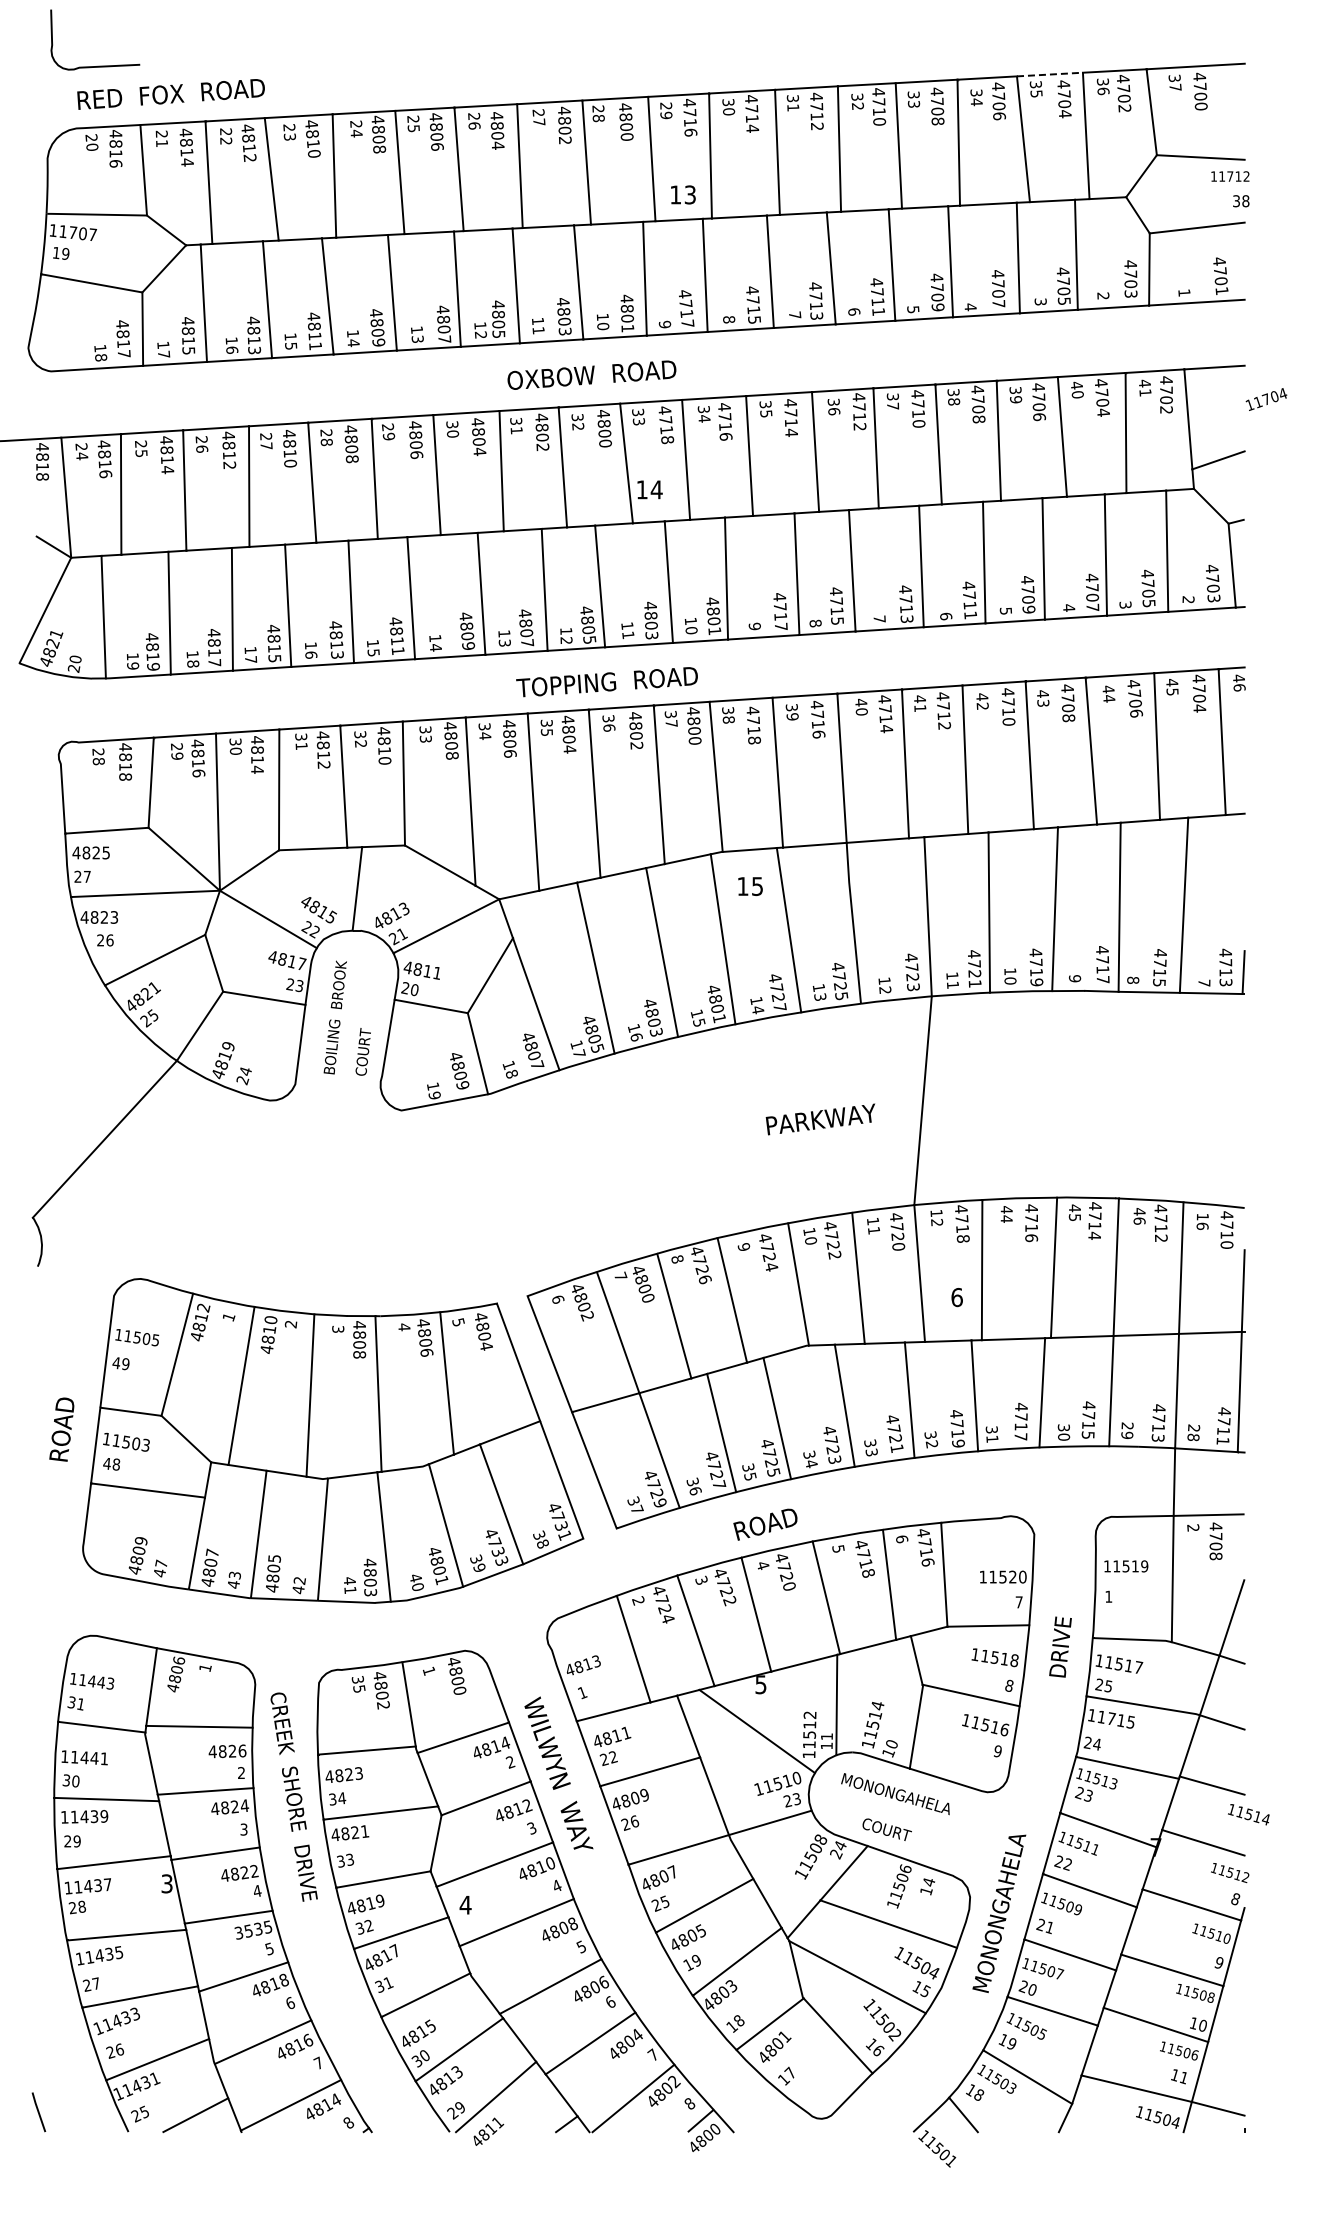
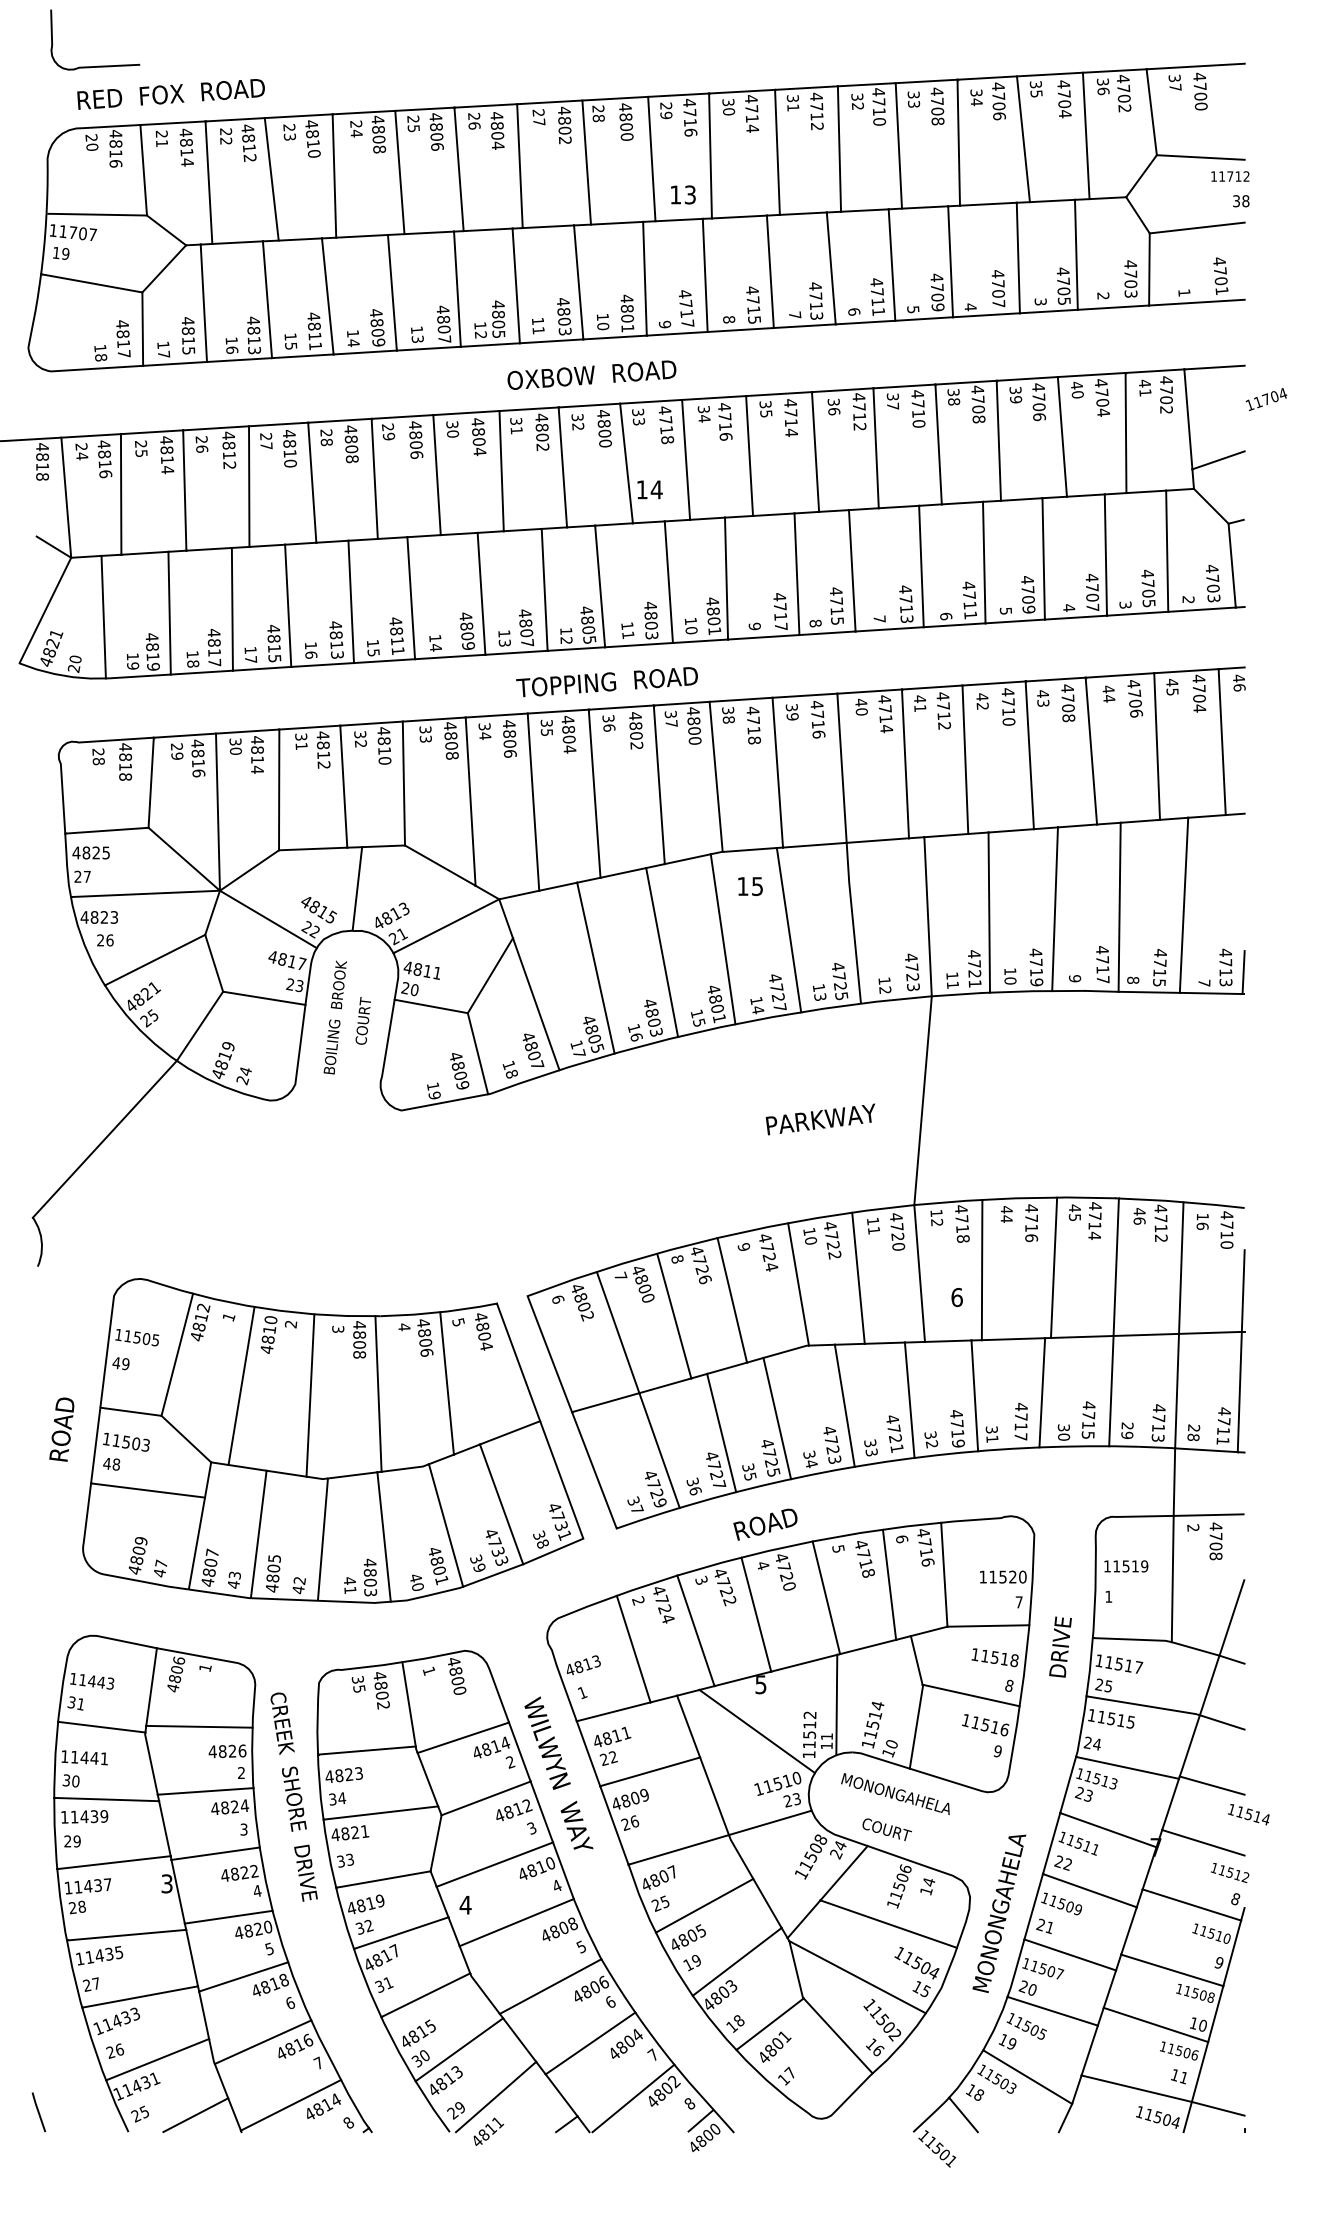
line at (1050, 74): dashed -> solid
text at (362, 1051) position: (362, 1051) -> (362, 1020)
text at (1111, 1718): 11715 -> 11515
text at (253, 1929): 3535 -> 4820
